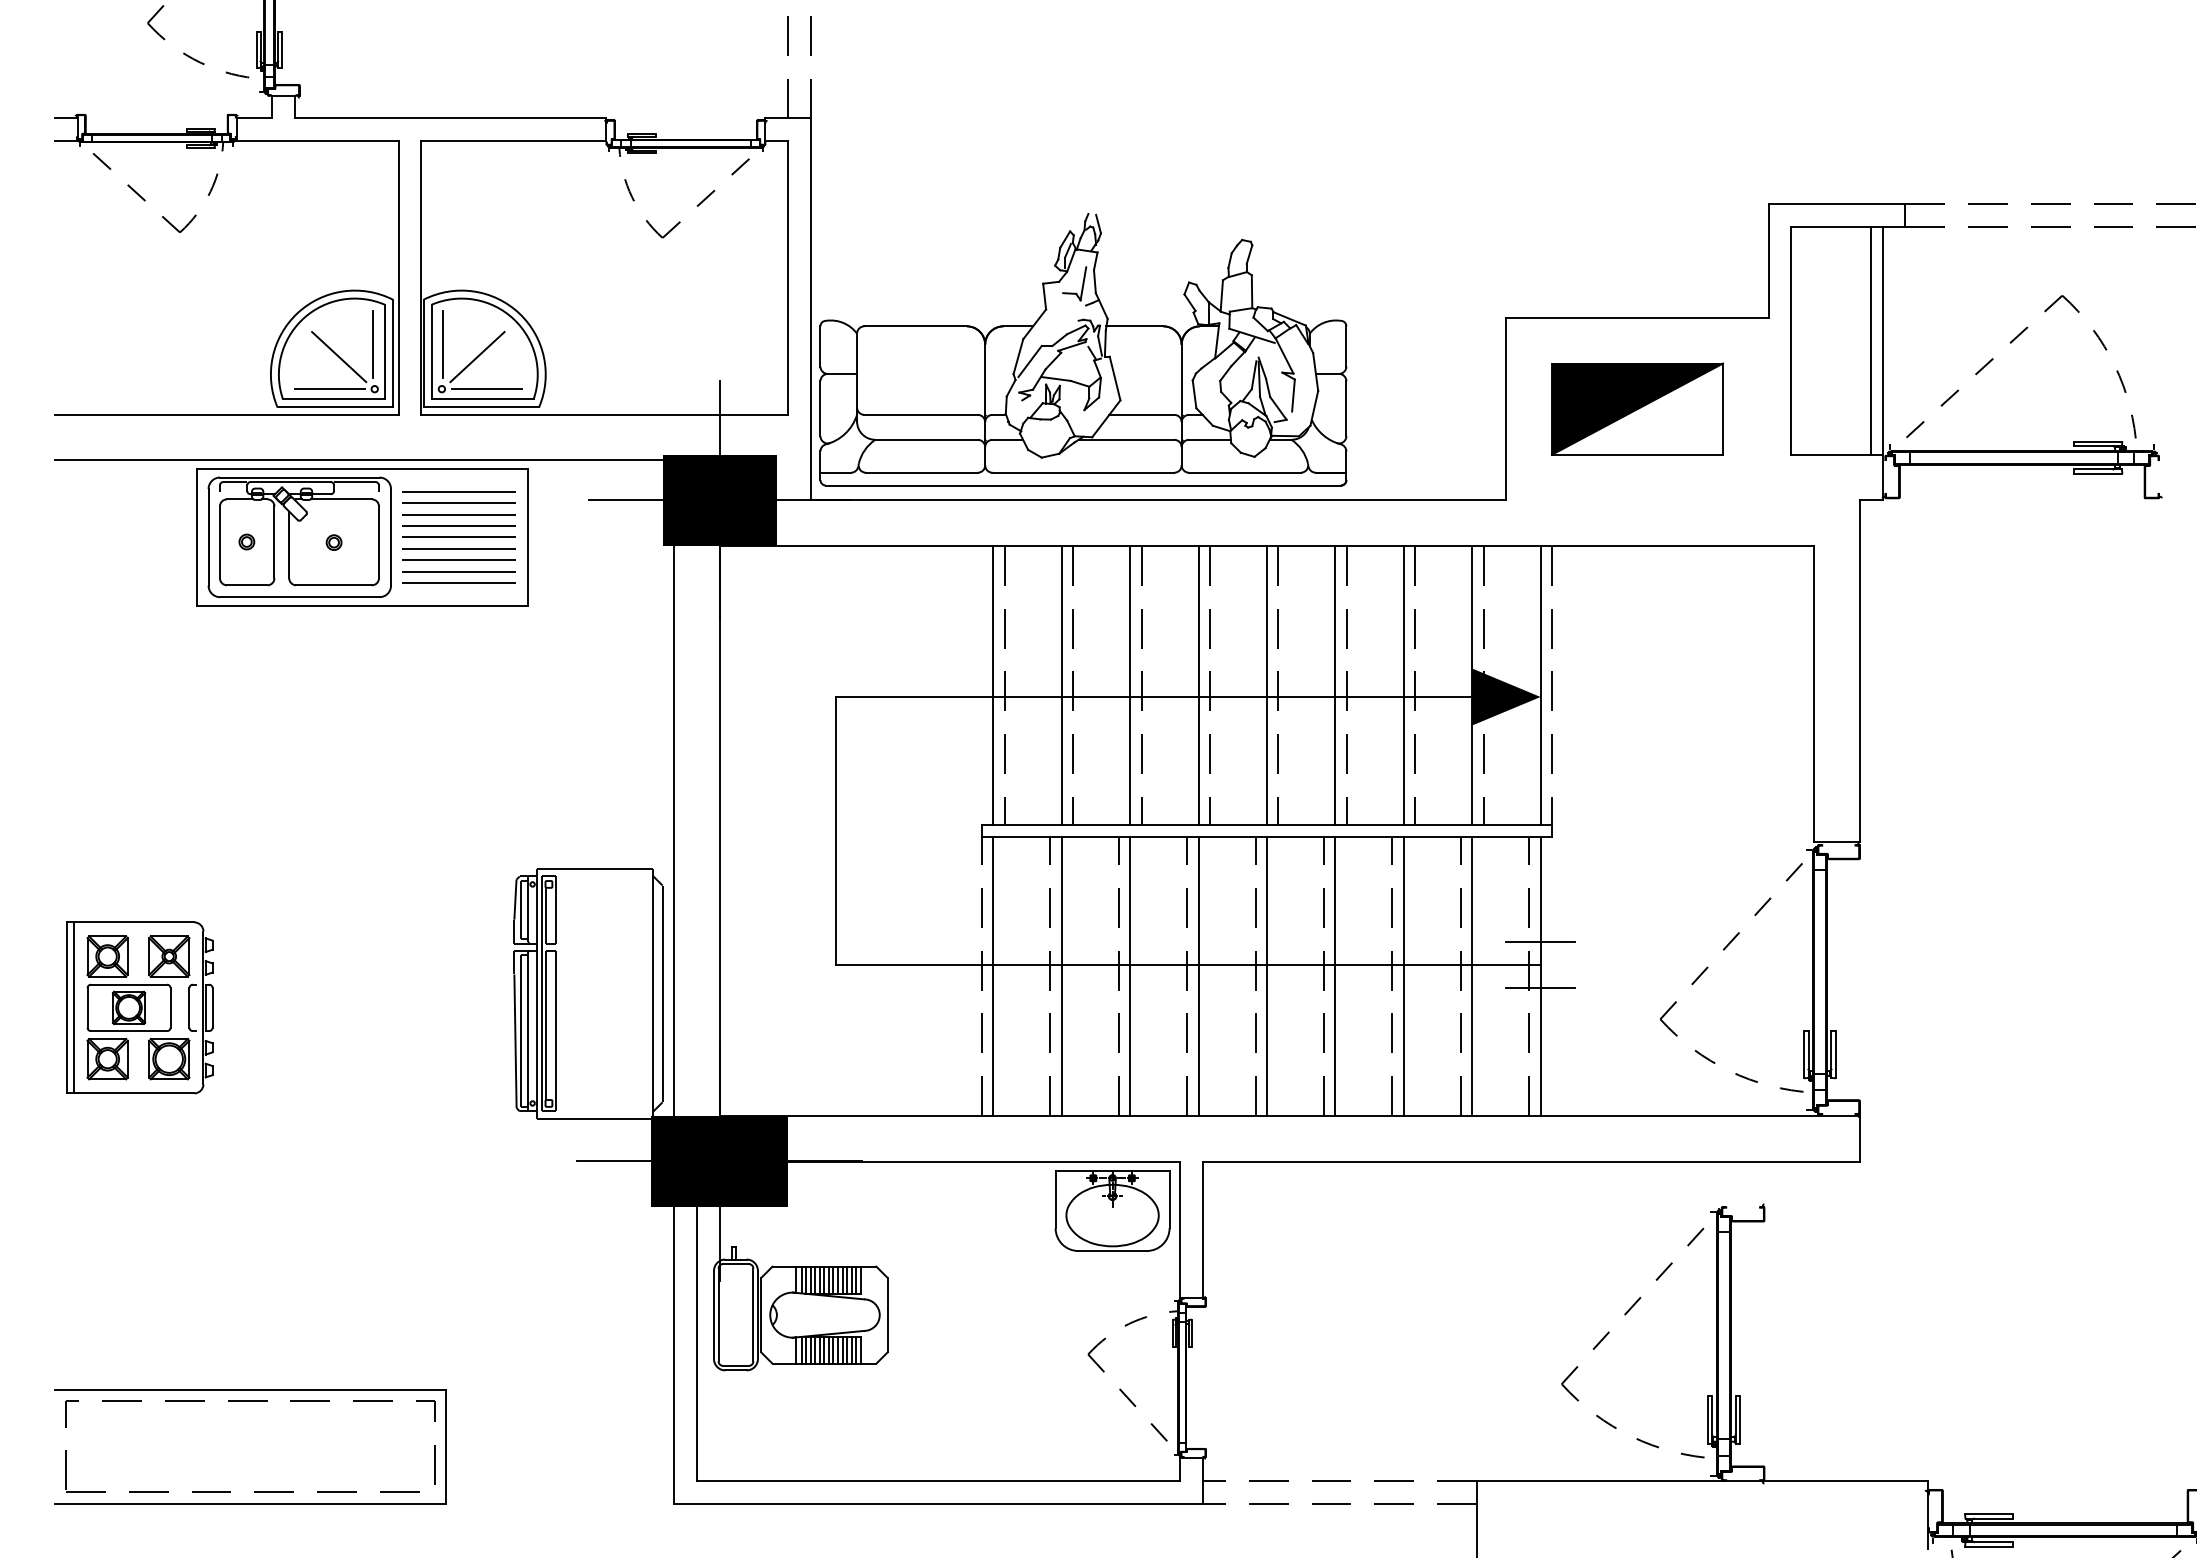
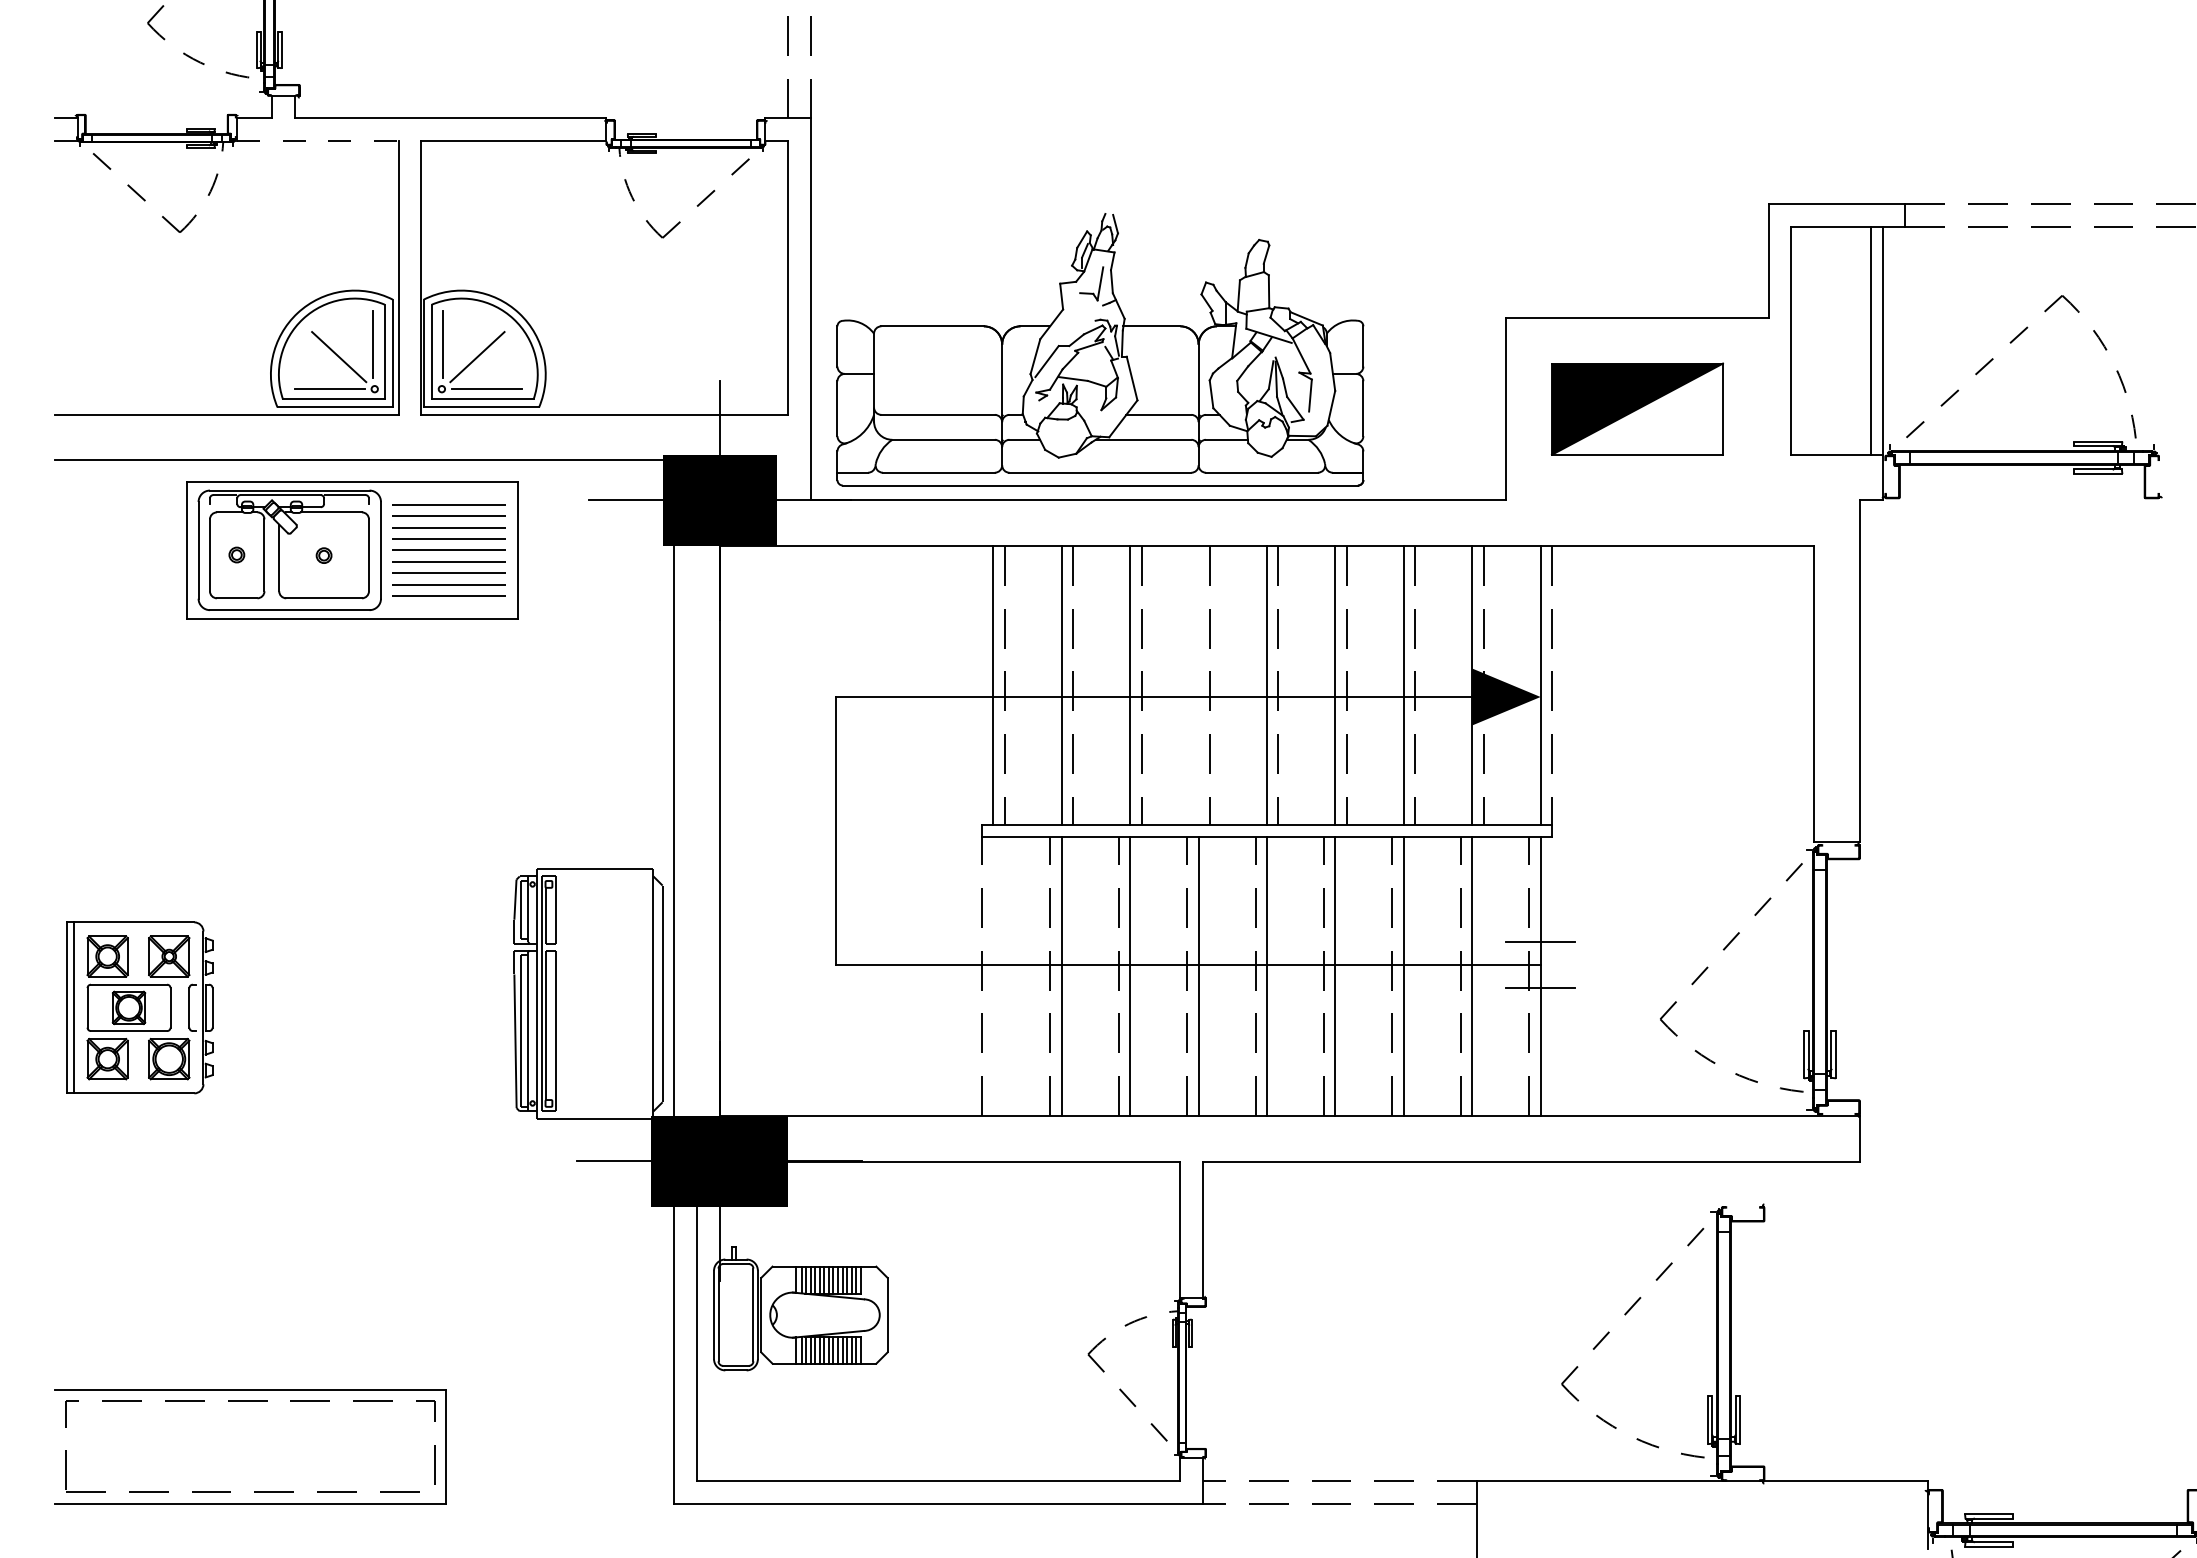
line at (317, 141): solid -> dashed
part at (1083, 349) position: (1083, 349) -> (1100, 349)
part at (362, 537) position: (362, 537) -> (352, 550)
line at (1198, 685): present -> none
line at (993, 975): present -> none
part at (1112, 1210): present -> none
